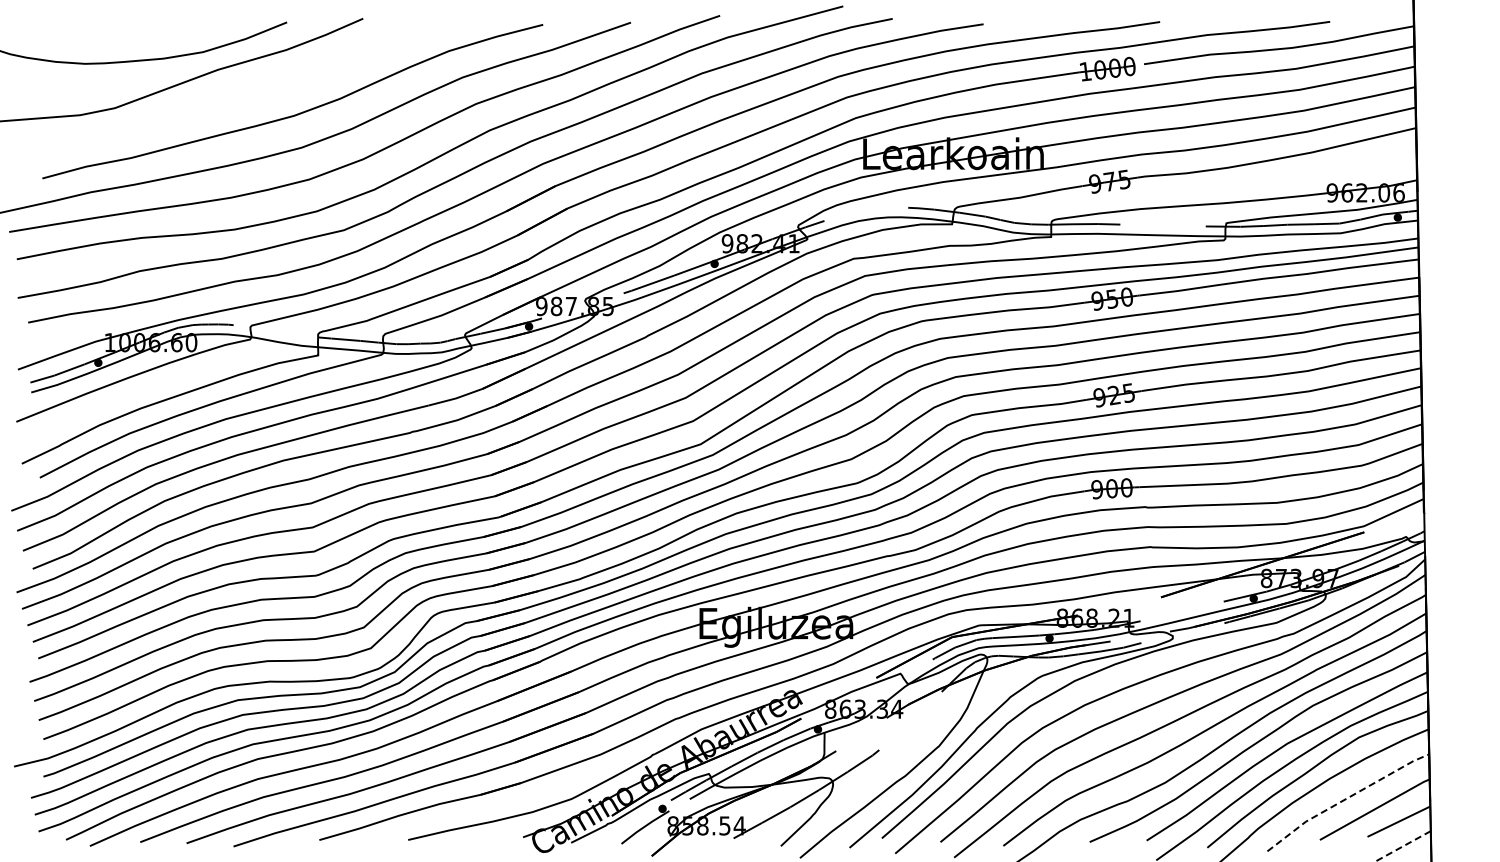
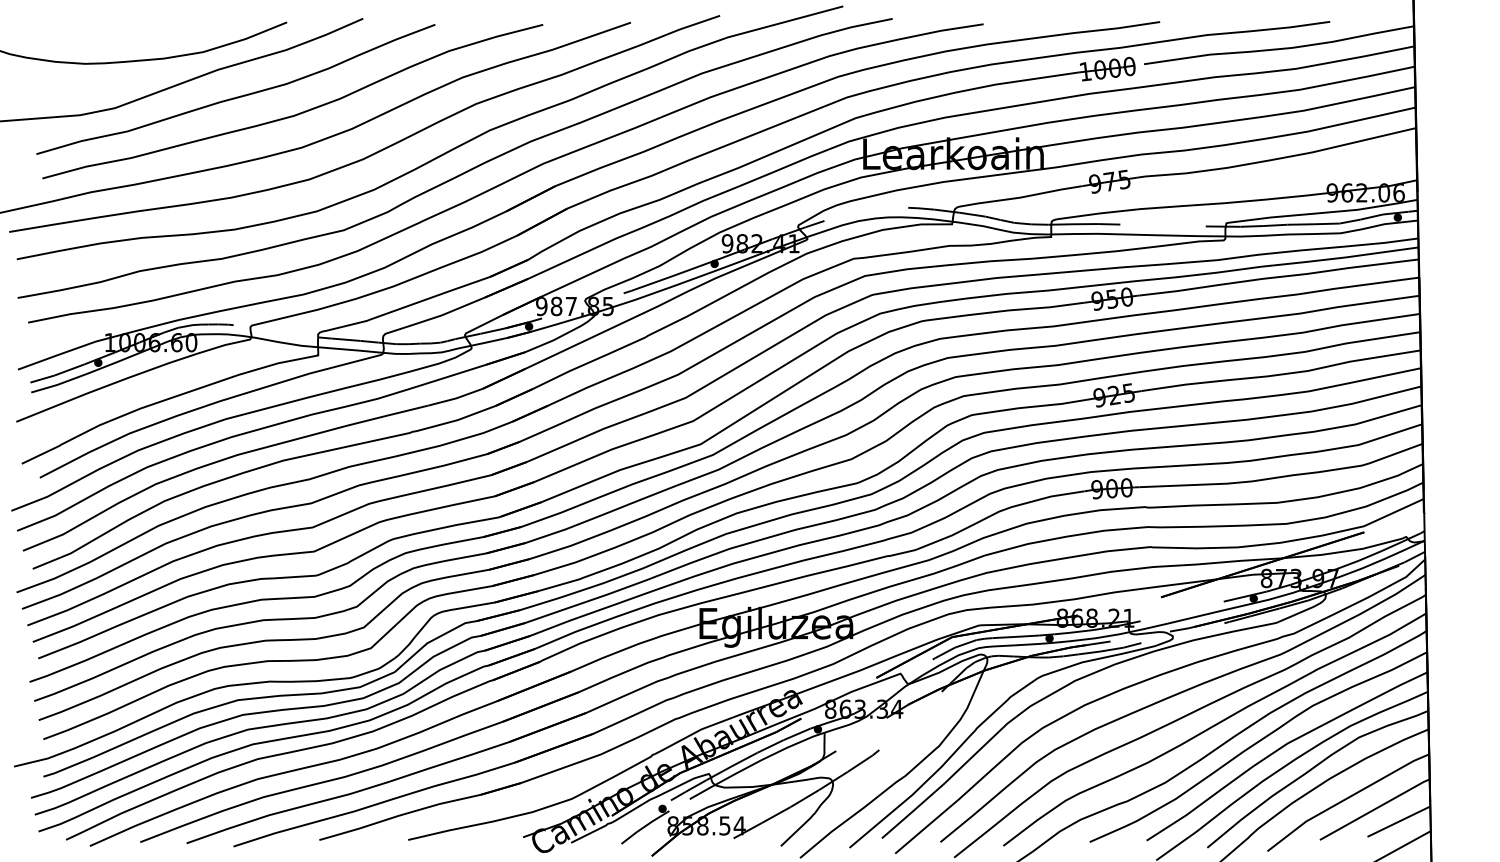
curve at (236, 96): none -> present
line at (1346, 799): dashed -> solid
line at (1402, 846): dashed -> solid
